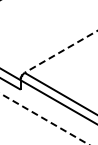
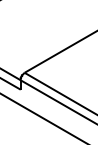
line at (61, 51): dashed -> solid
line at (44, 119): dashed -> solid
